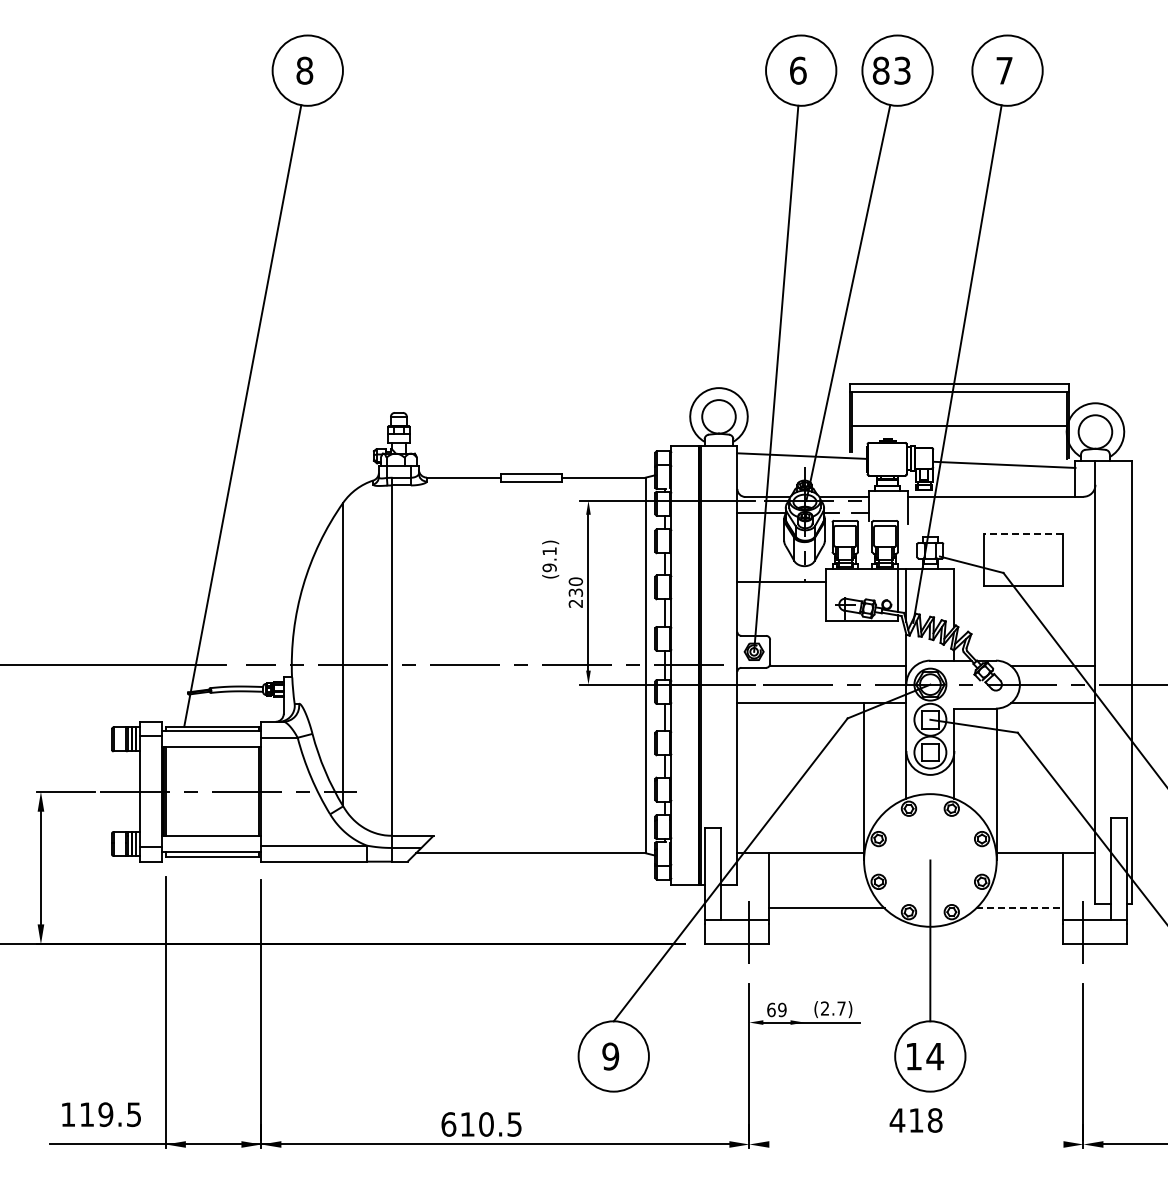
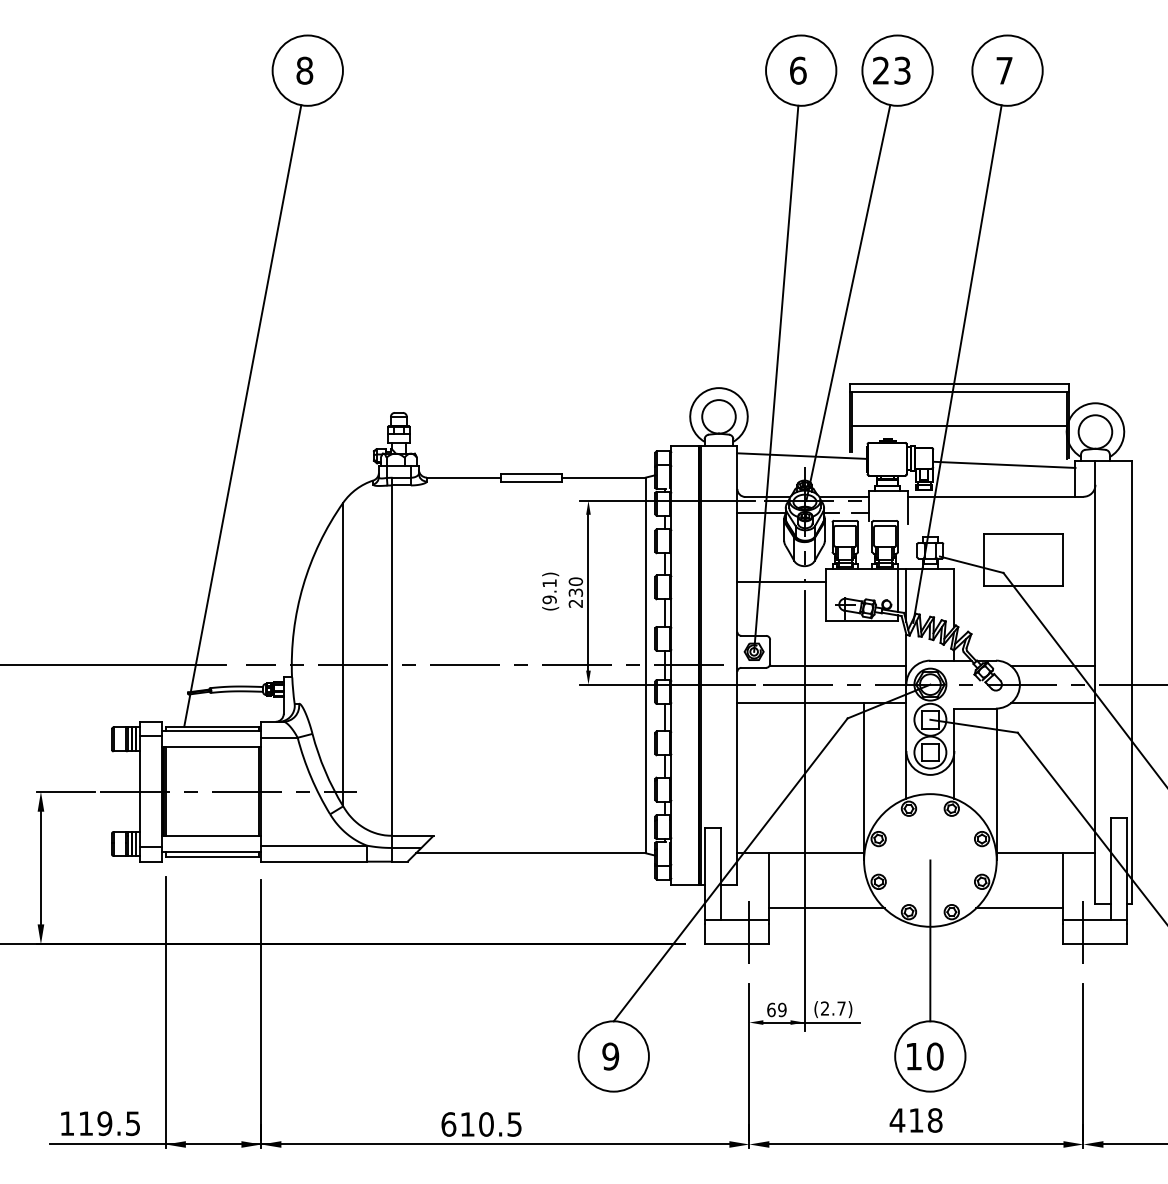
text at (880, 70): 83 -> 23
line at (1023, 533): dashed -> solid
text at (550, 559) position: (550, 559) -> (550, 591)
line at (804, 810): none -> present
line at (1019, 908): dashed -> solid
text at (935, 1056): 14 -> 10
text at (101, 1114) position: (101, 1114) -> (100, 1123)
line at (916, 1144): none -> present
